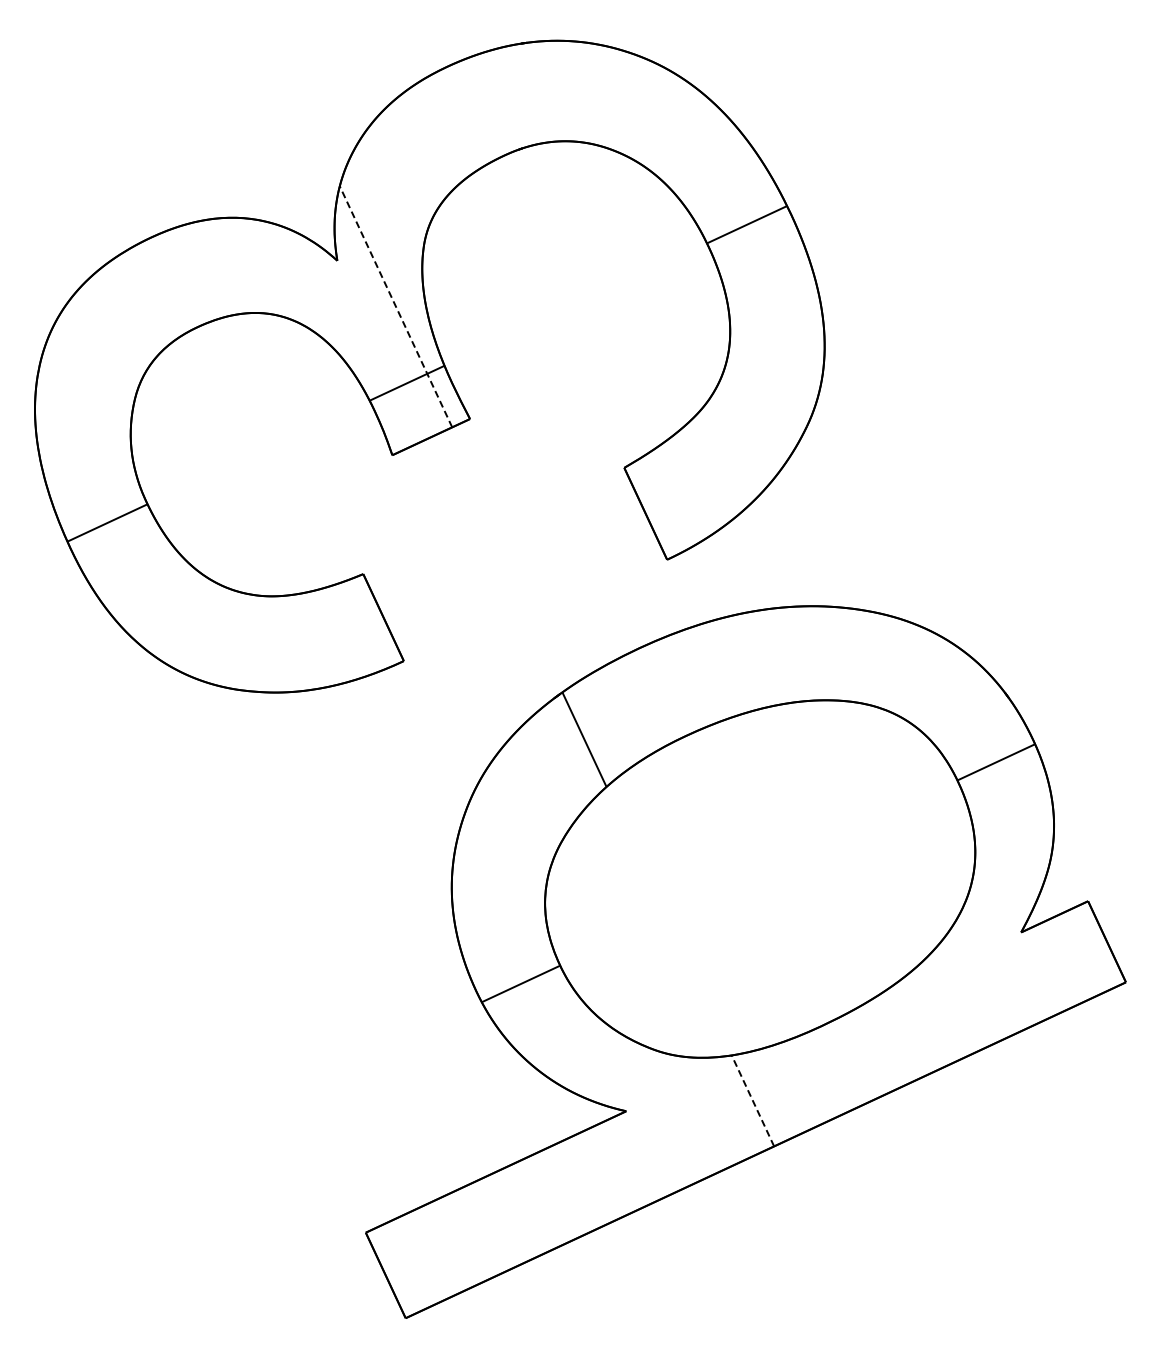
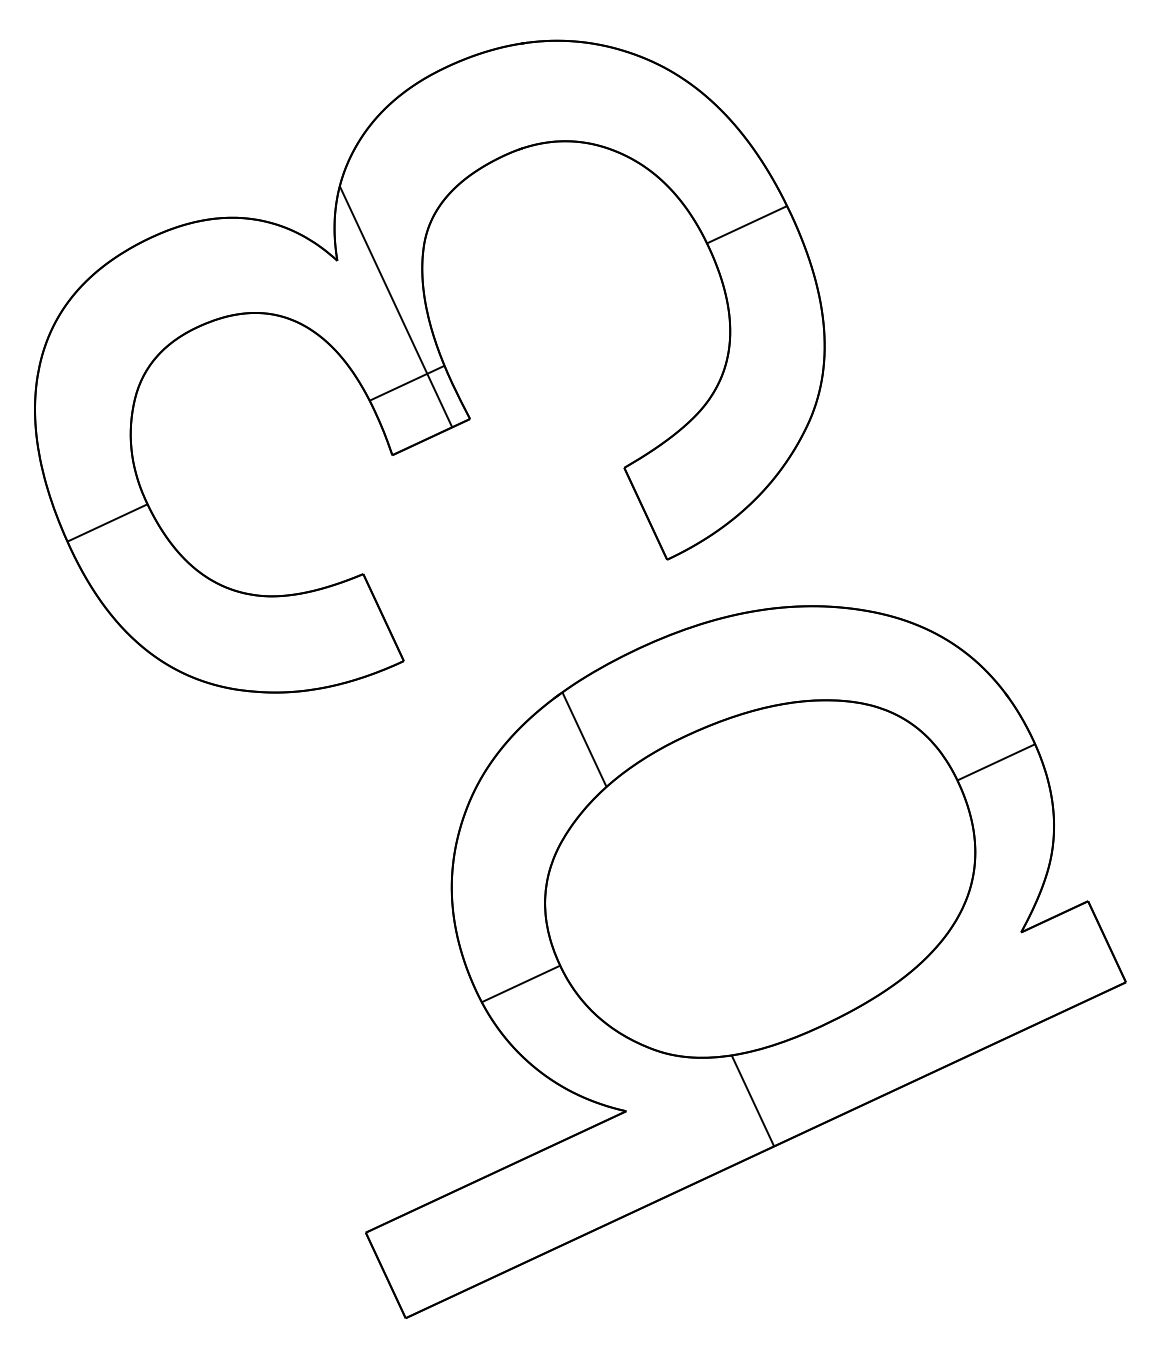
line at (395, 306): dashed -> solid
line at (752, 1100): dashed -> solid
